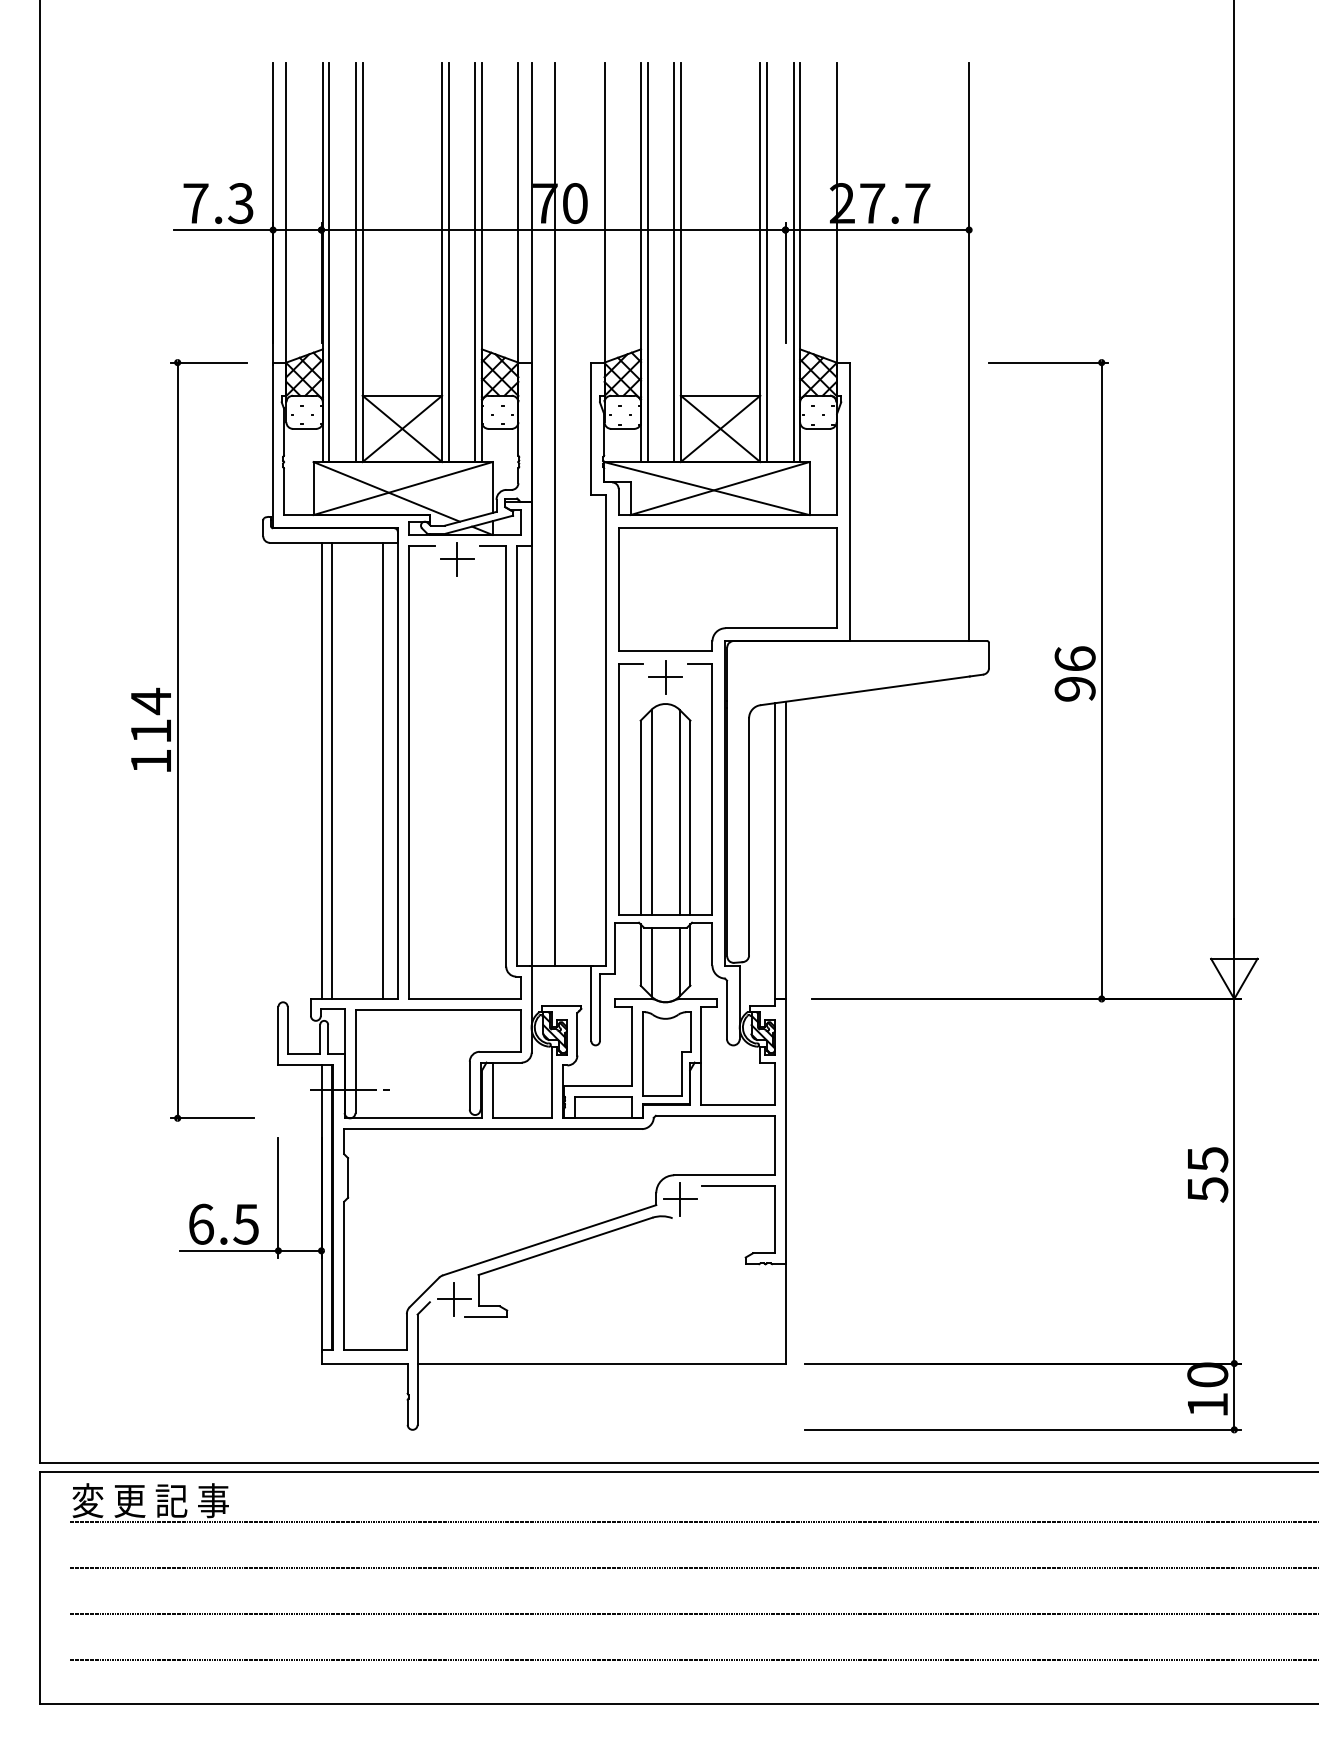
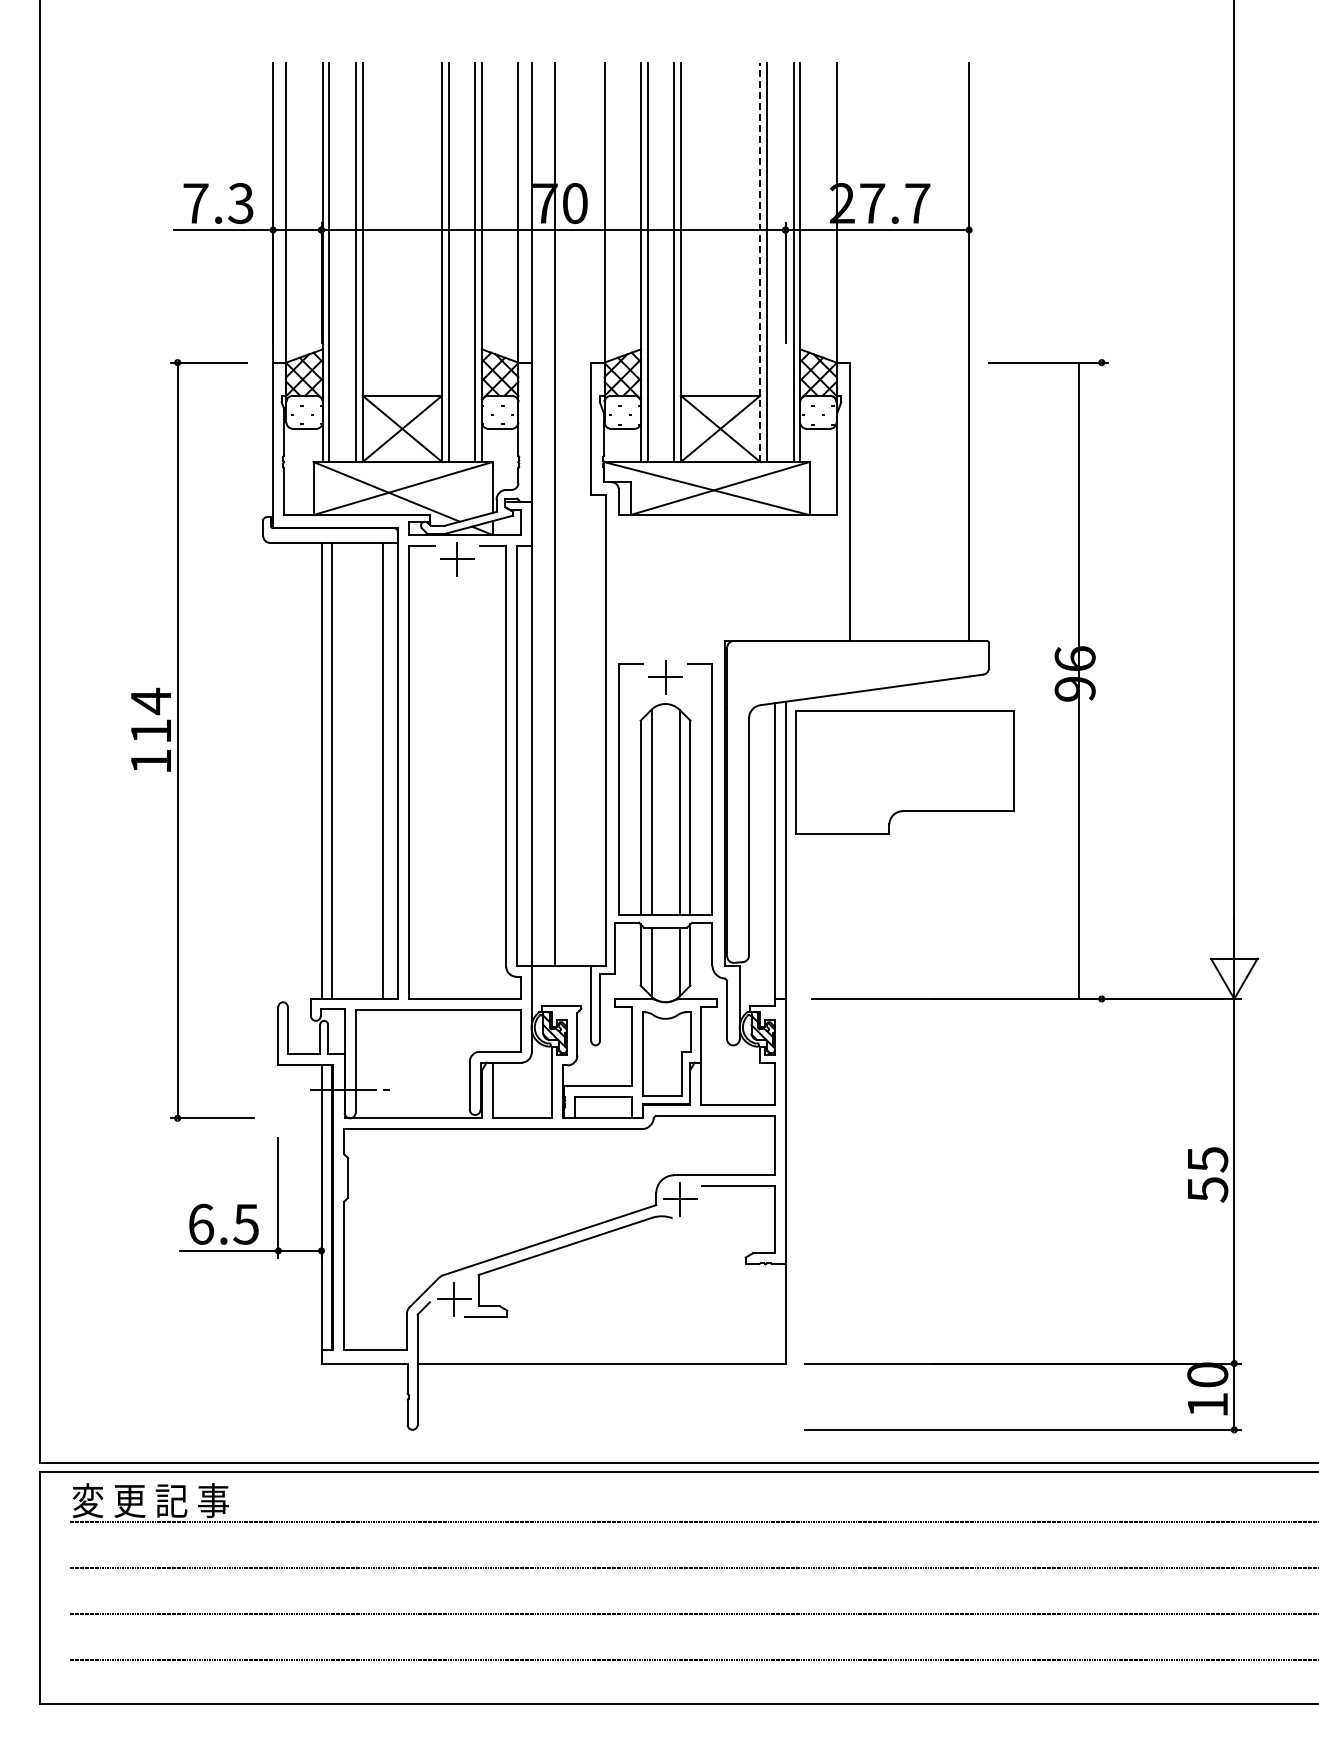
line at (760, 262): solid -> dashed
part at (727, 589) position: (727, 589) -> (904, 772)
line at (1101, 680) position: (1101, 680) -> (1078, 680)
